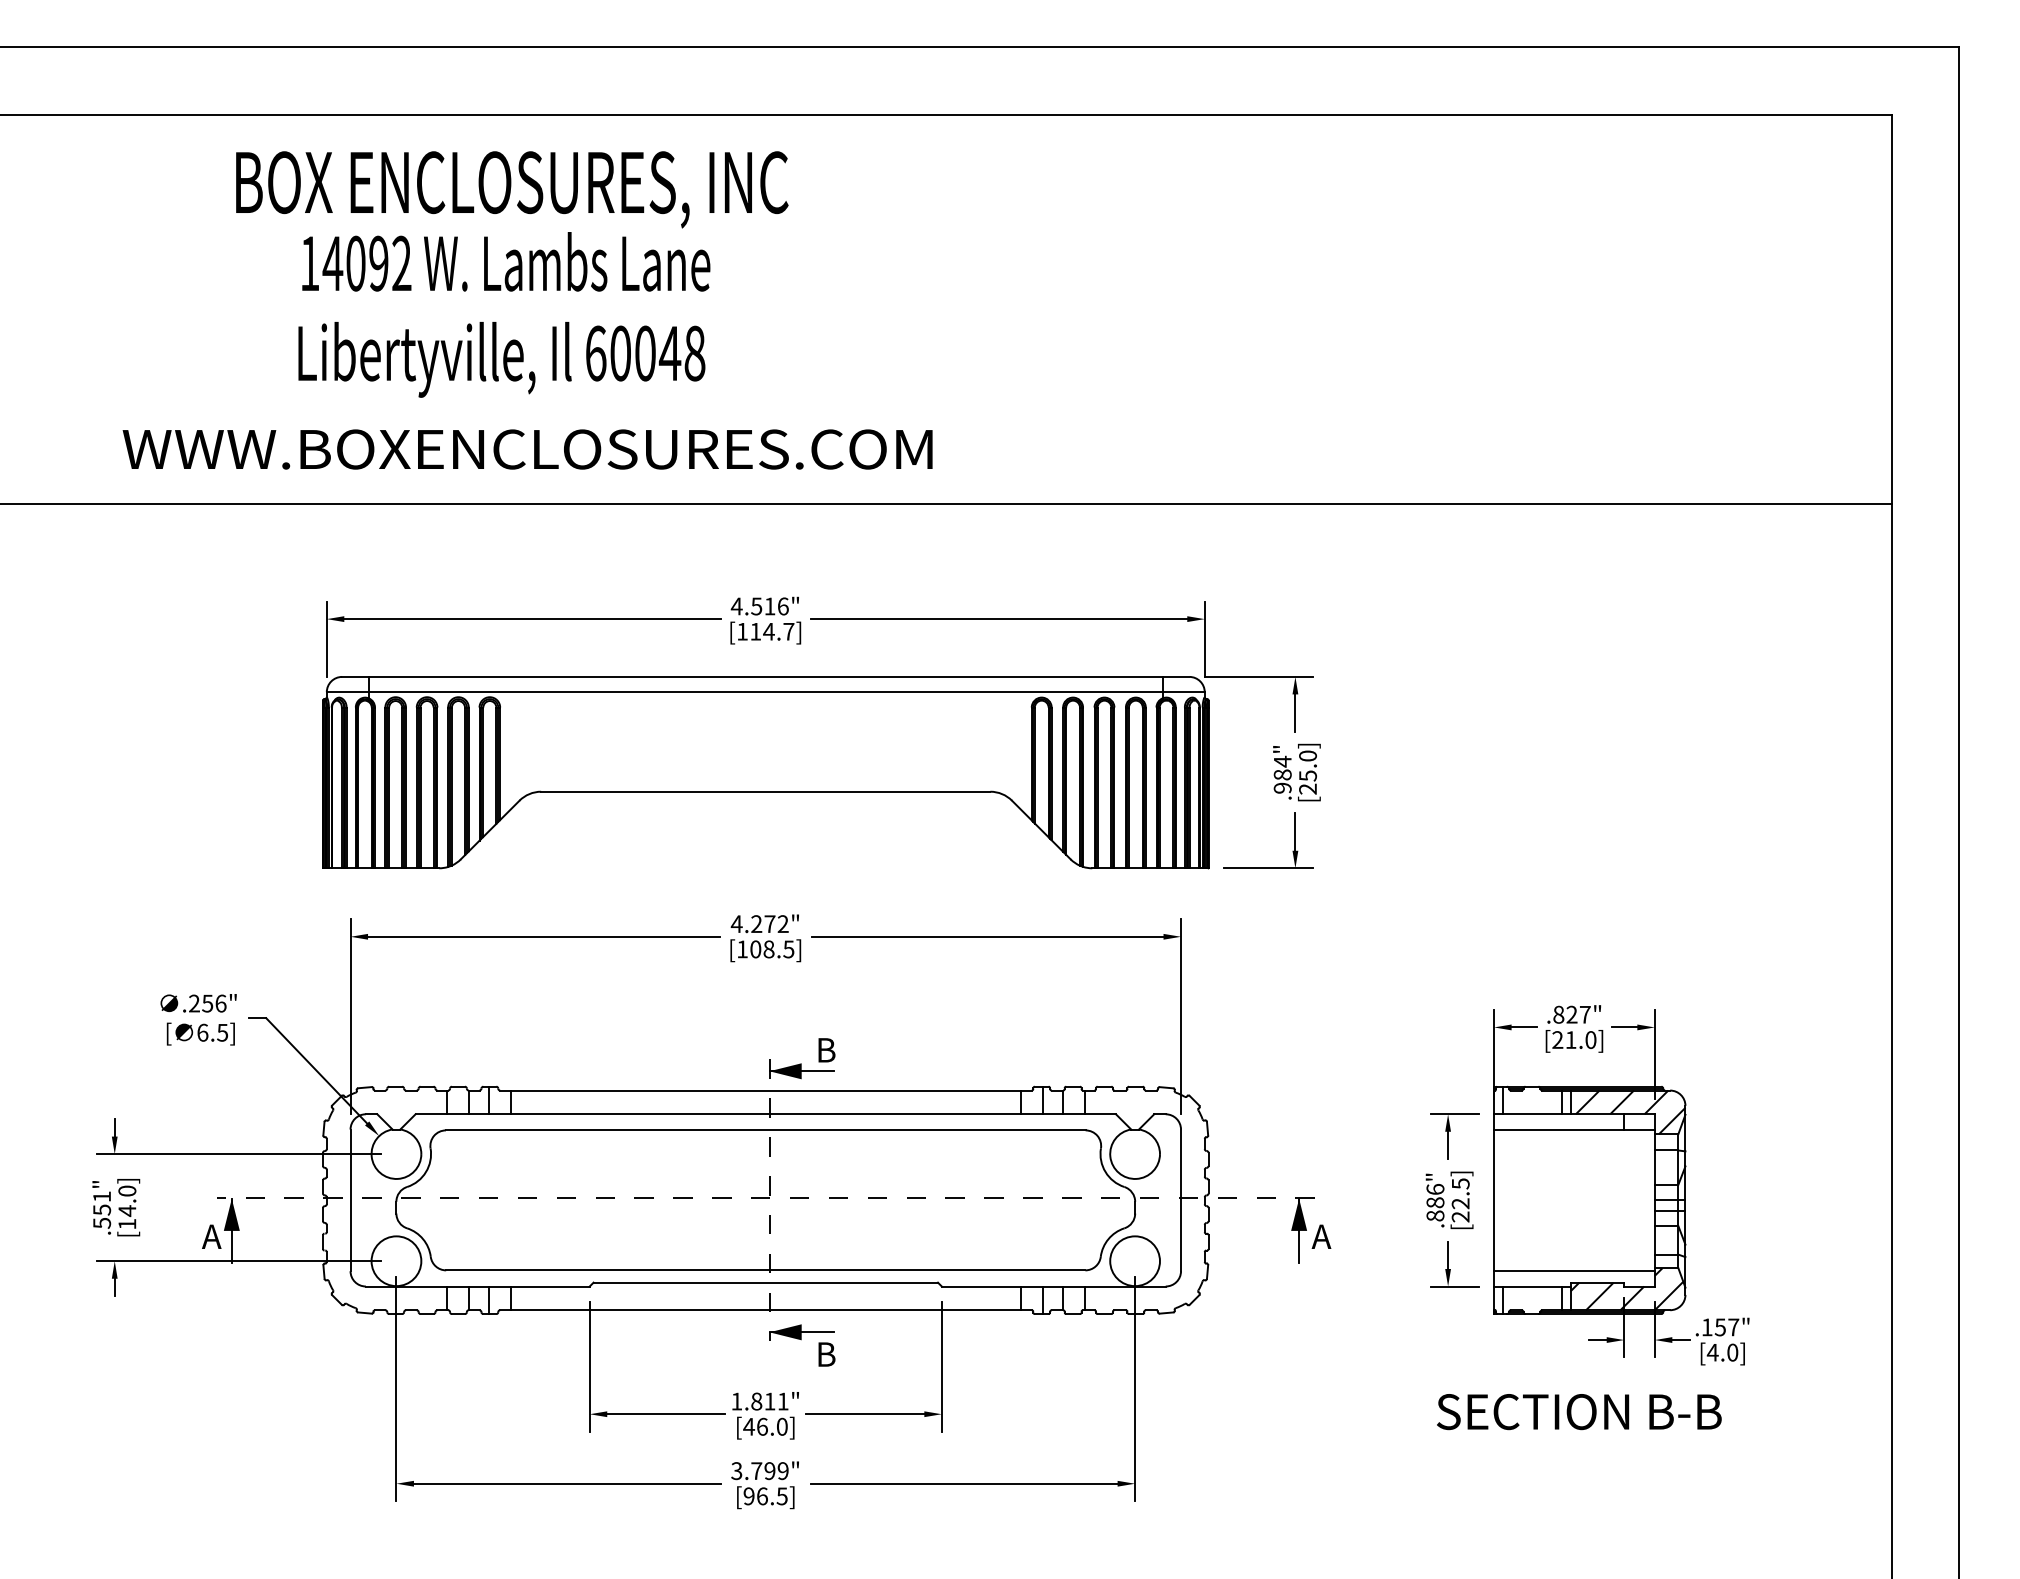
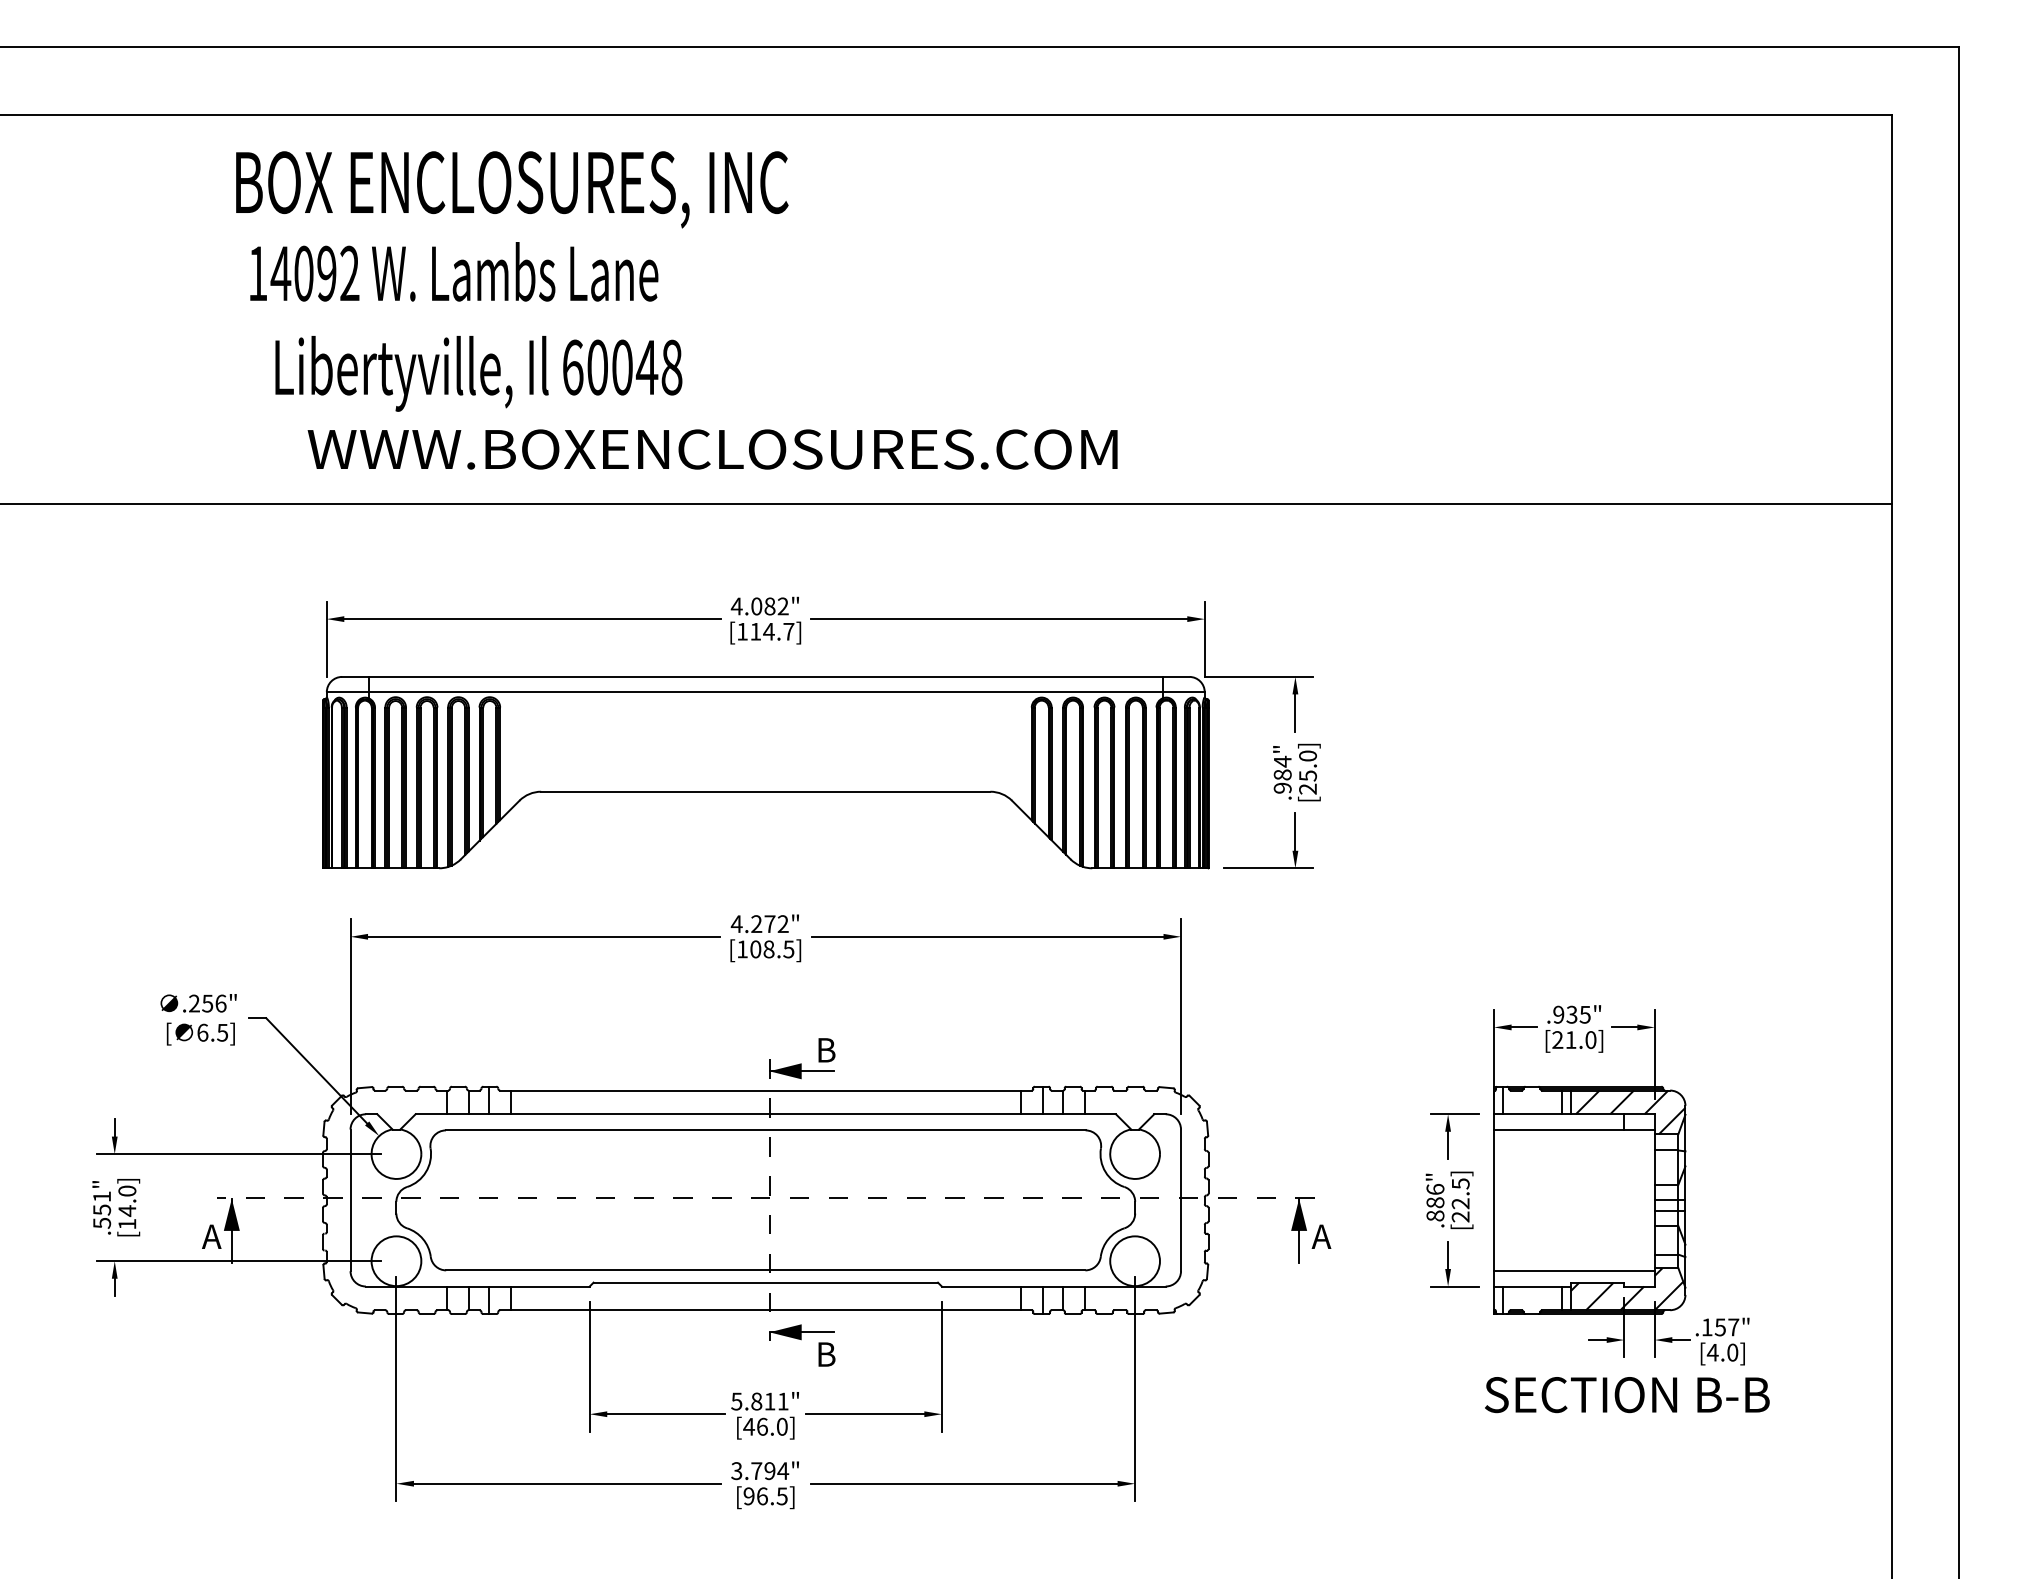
text at (506, 261) position: (506, 261) -> (454, 271)
text at (501, 359) position: (501, 359) -> (478, 373)
text at (527, 449) position: (527, 449) -> (712, 449)
text at (769, 606): 4.516" -> 4.082"
text at (1571, 1014): .827" -> .935"
text at (736, 1401): 1.811" -> 5.811"
text at (1579, 1412) position: (1579, 1412) -> (1627, 1395)
text at (783, 1471): 3.799" -> 3.794"
